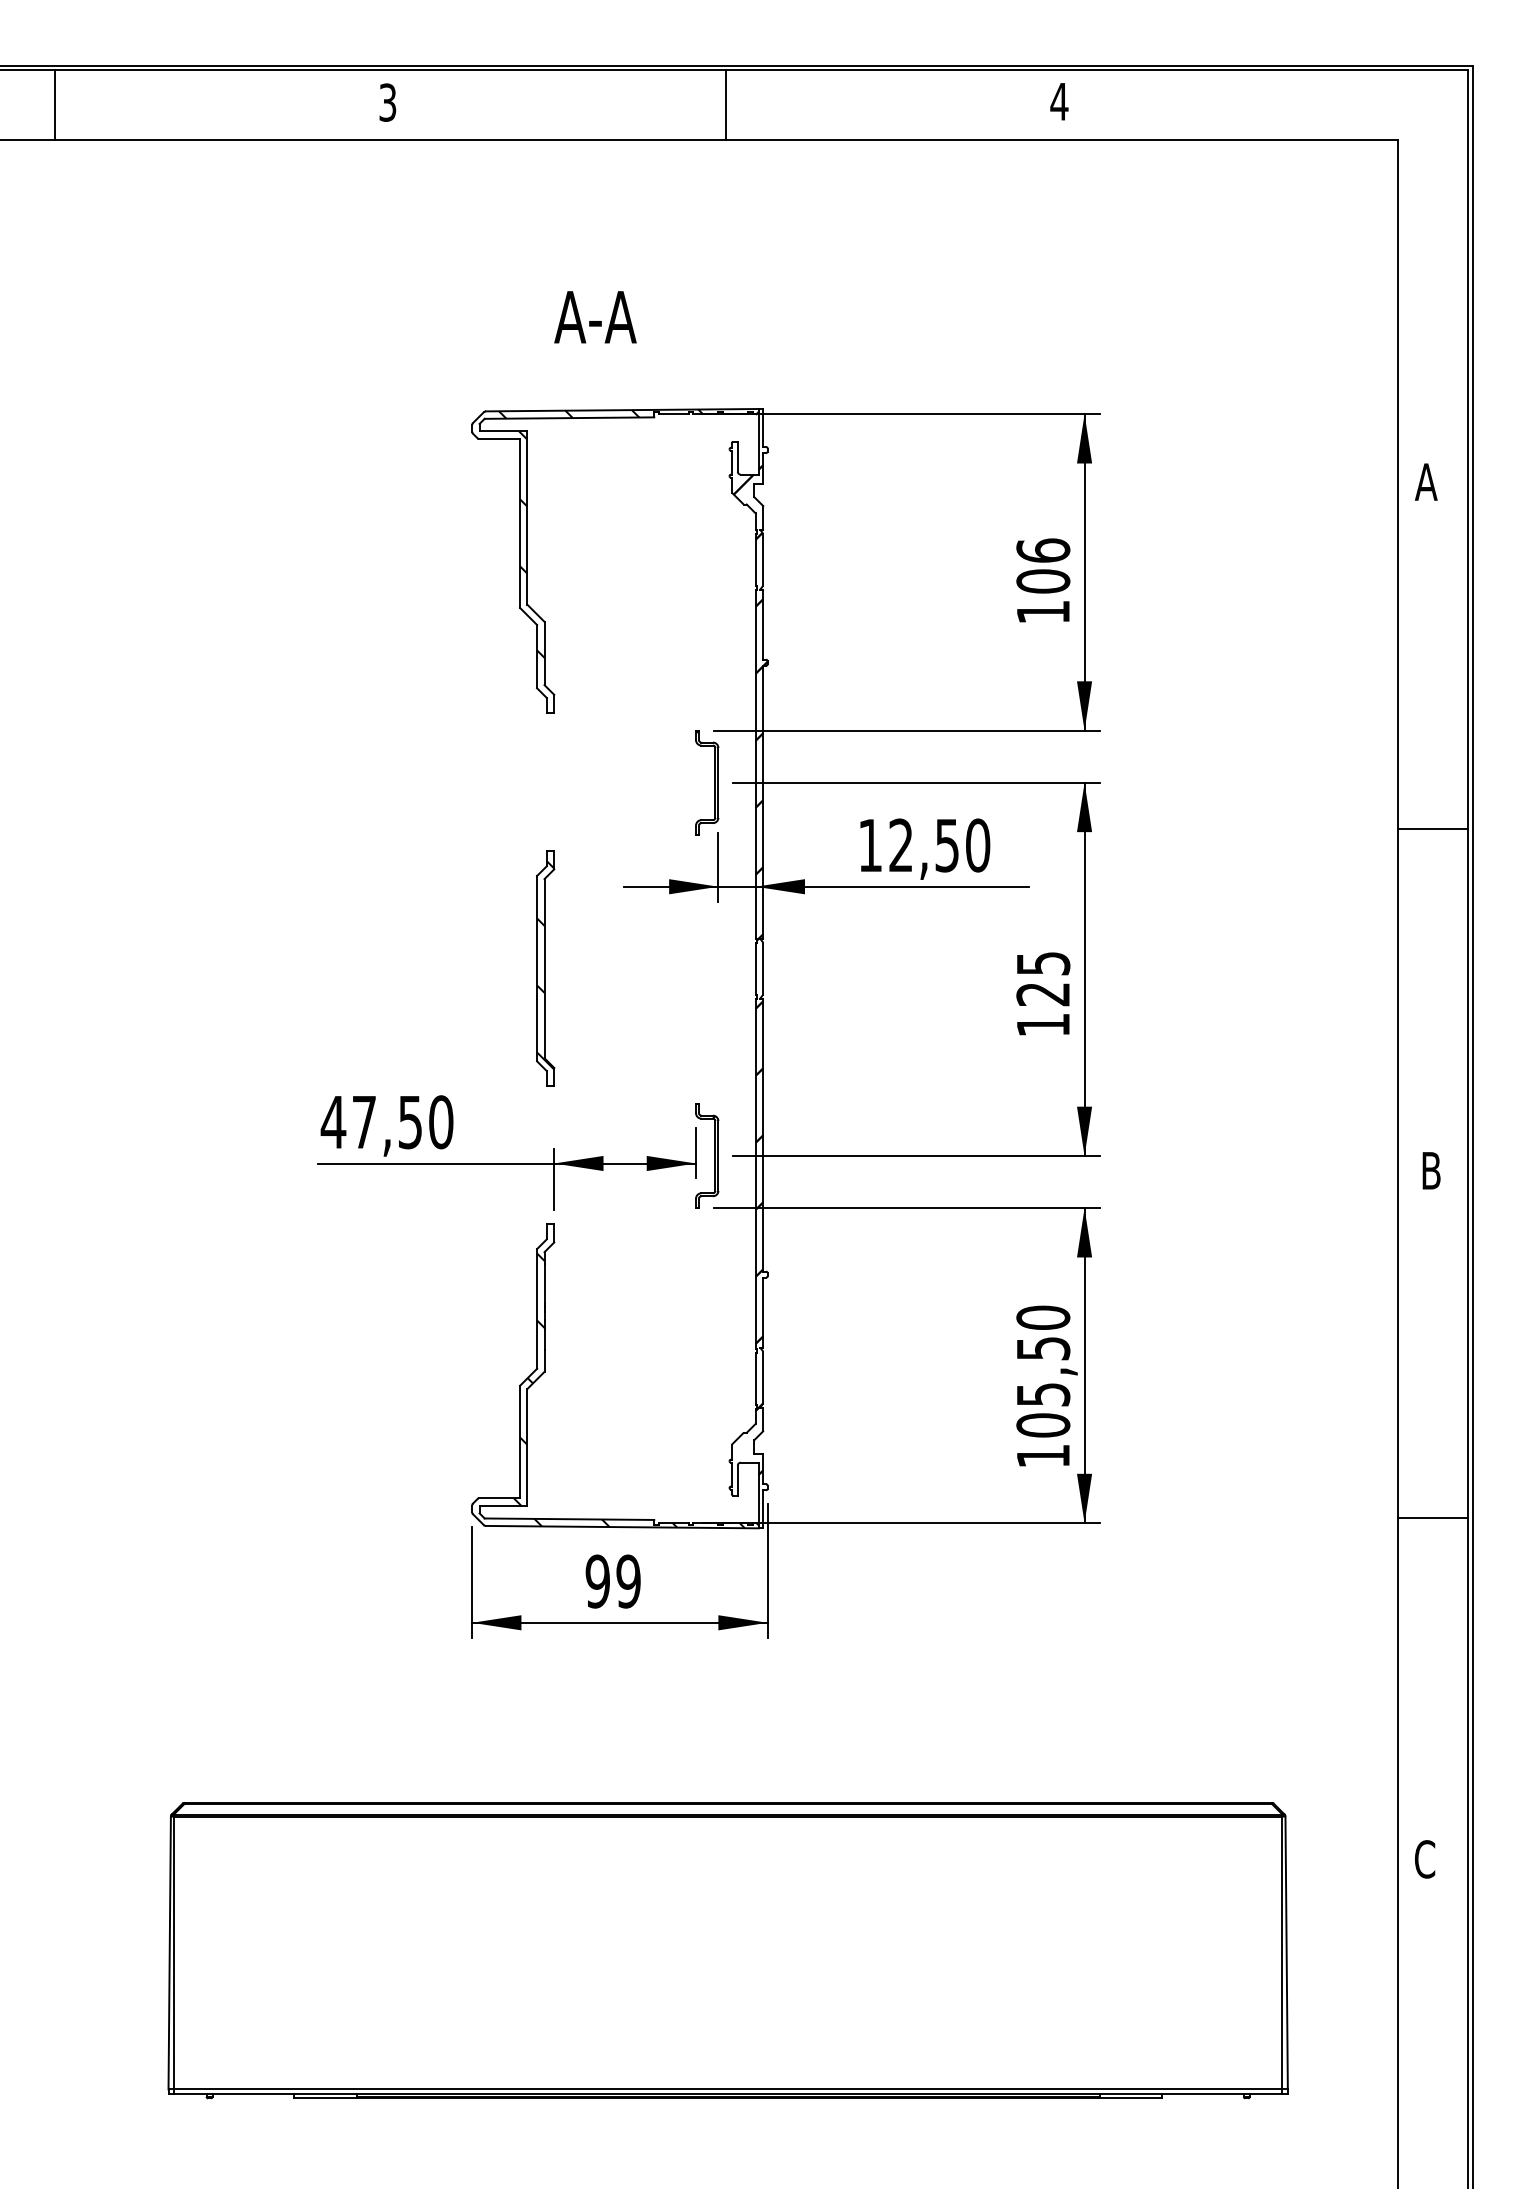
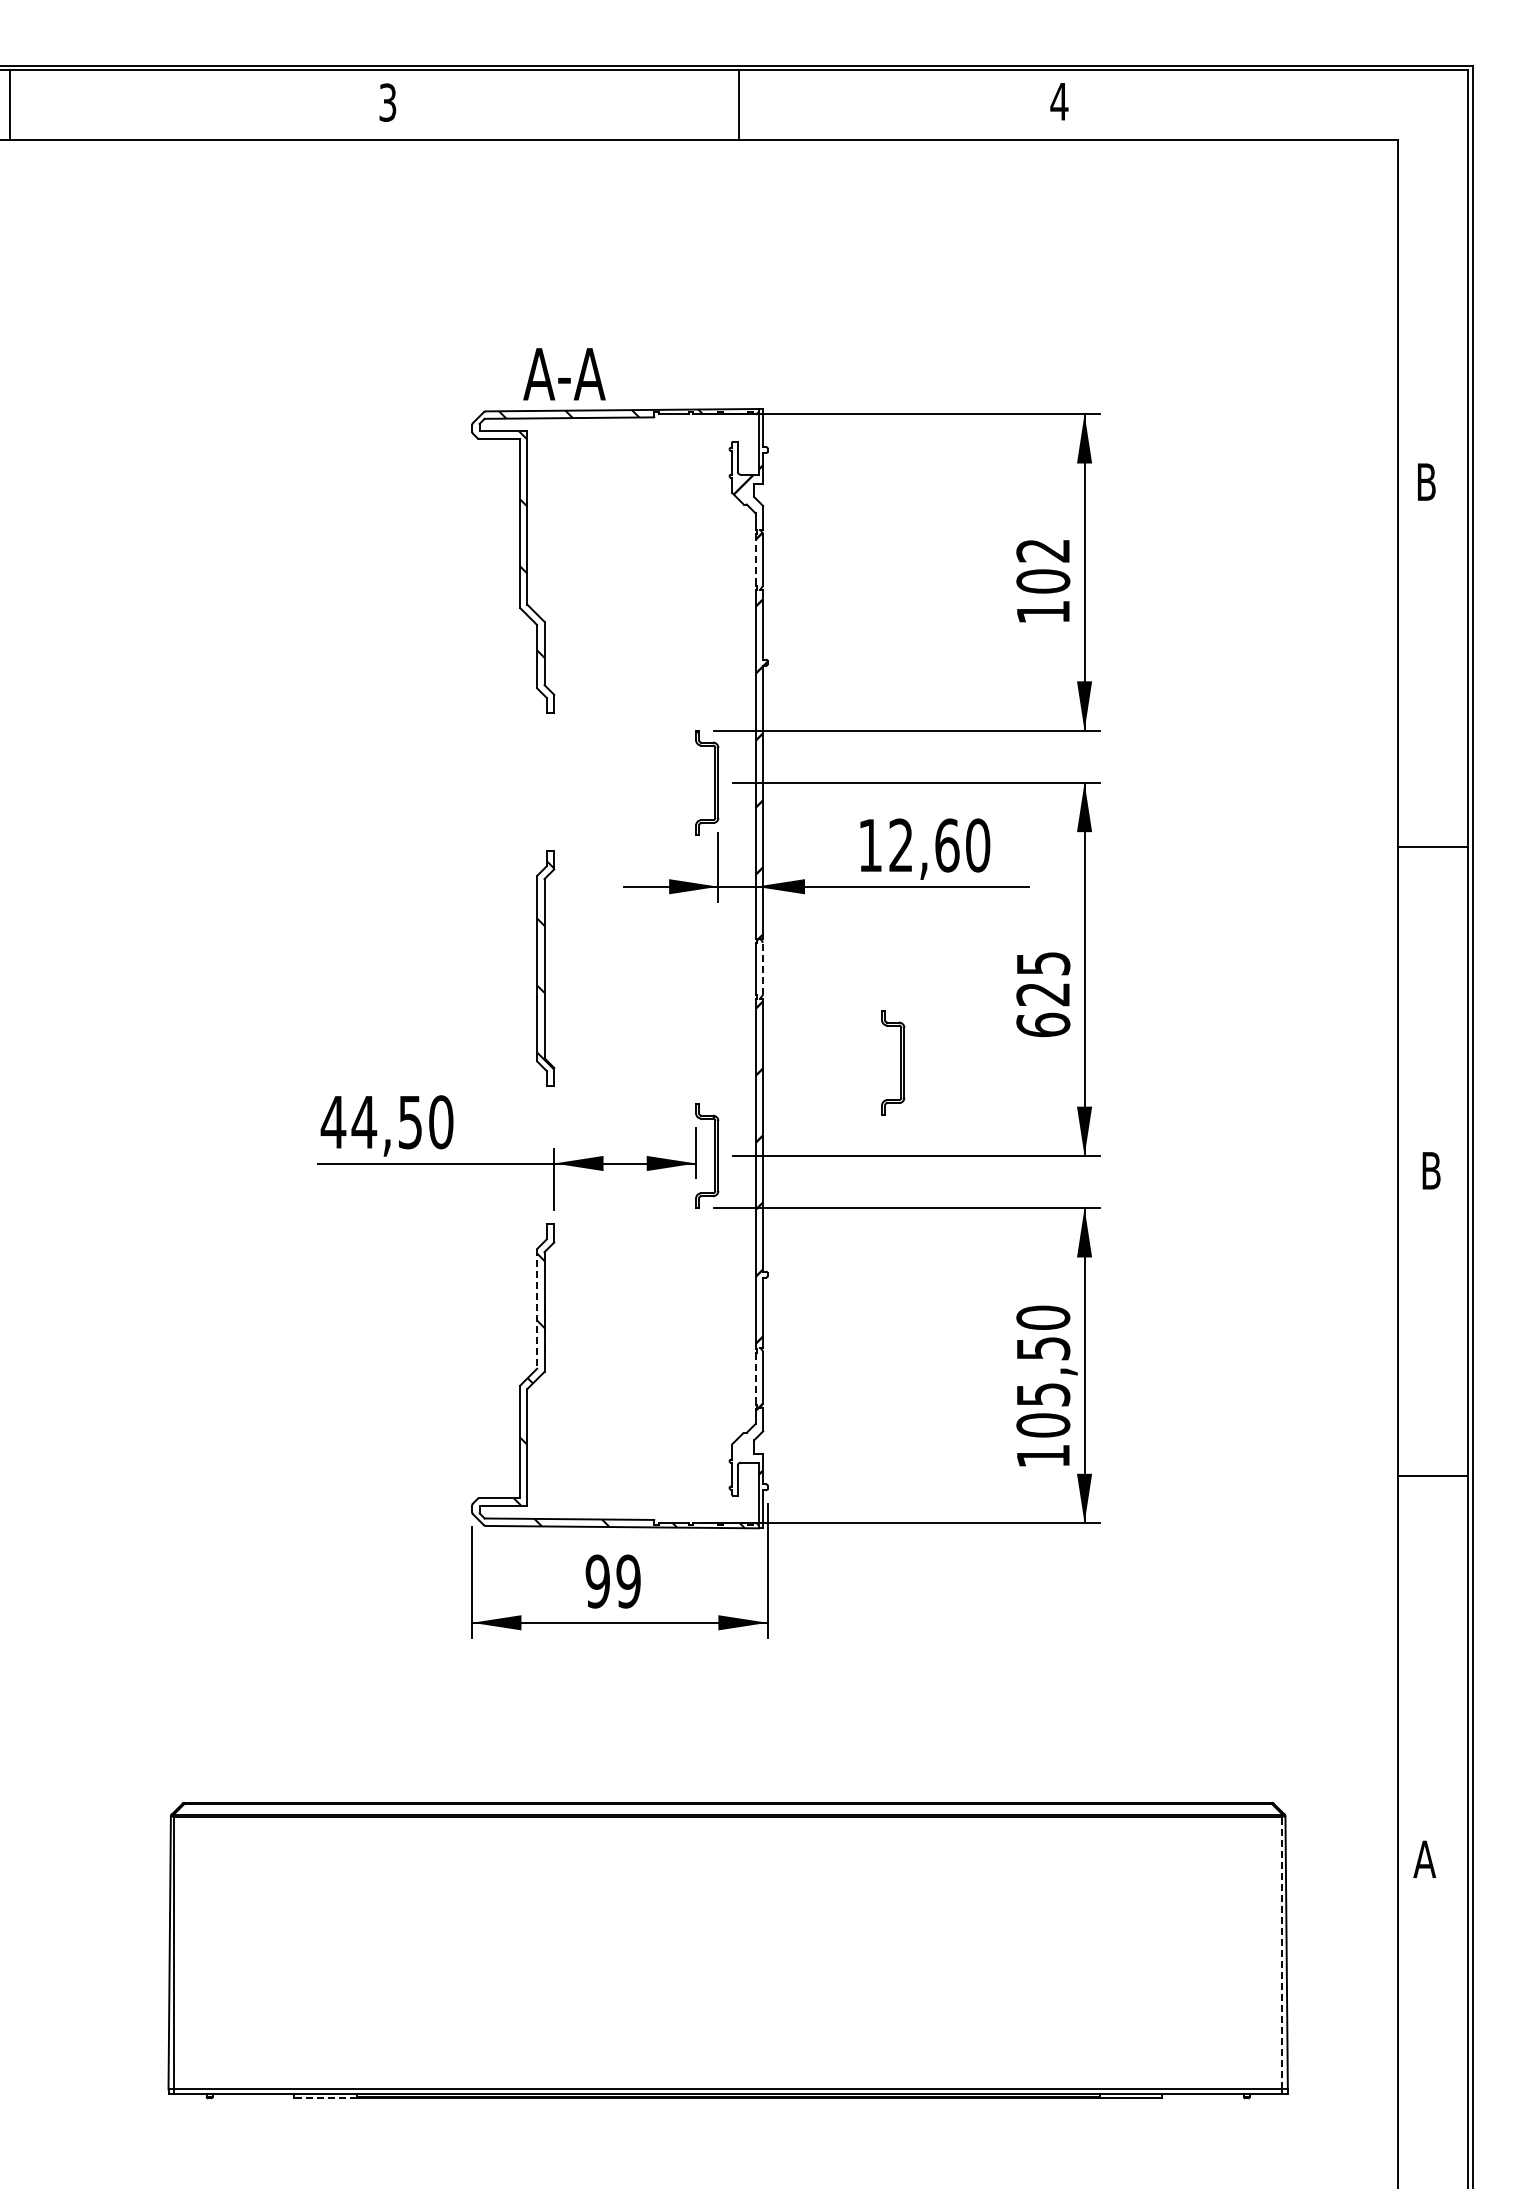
line at (54, 104) position: (54, 104) -> (9, 104)
line at (726, 104) position: (726, 104) -> (739, 104)
text at (595, 317) position: (595, 317) -> (564, 374)
text at (1426, 481): A -> B
text at (1043, 550): 106 -> 102
line at (755, 560): solid -> dashed
line at (1433, 829) position: (1433, 829) -> (1433, 847)
text at (947, 845): 12,50 -> 12,60
line at (763, 968): solid -> dashed
text at (1043, 1024): 125 -> 625
part at (900, 1062): none -> present
text at (364, 1122): 47,50 -> 44,50
line at (537, 1308): solid -> dashed
line at (755, 1379): solid -> dashed
line at (1433, 1518) position: (1433, 1518) -> (1433, 1476)
text at (1424, 1859): C -> A
line at (1281, 1952): solid -> dashed
line at (324, 2098): solid -> dashed
